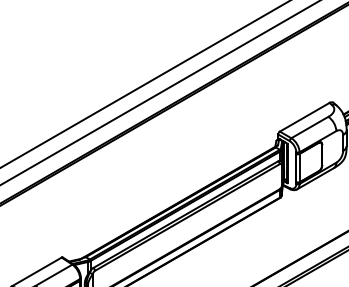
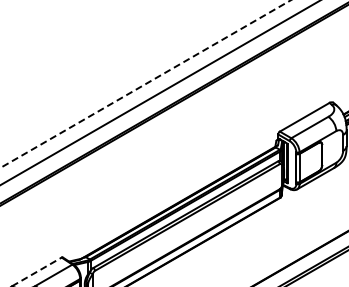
line at (145, 84): solid -> dashed
line at (36, 271): solid -> dashed
